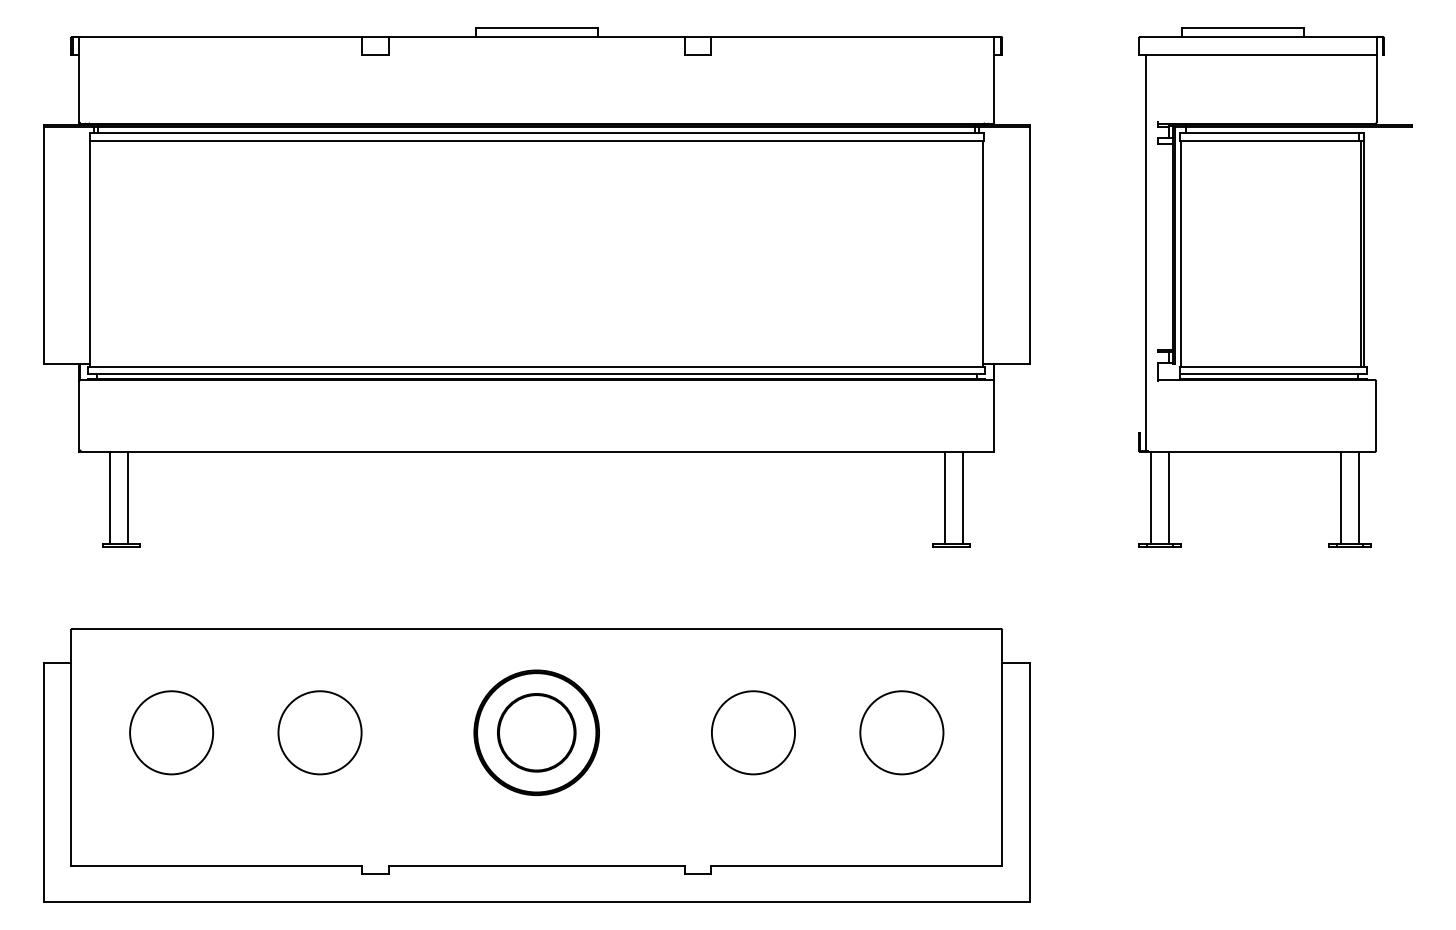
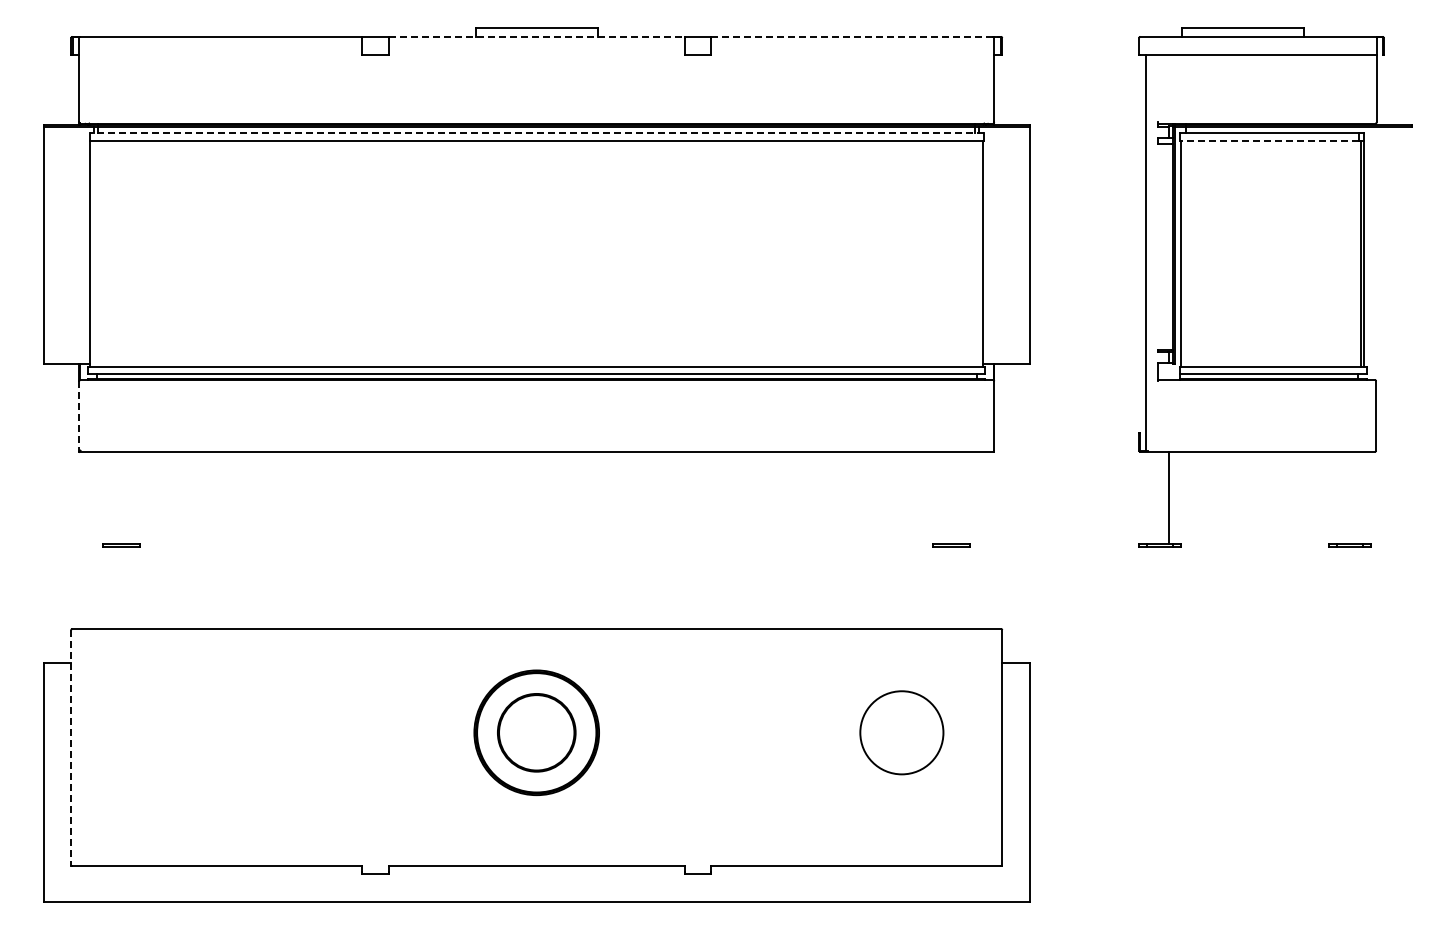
line at (536, 36): solid -> dashed
line at (856, 36): solid -> dashed
line at (536, 132): solid -> dashed
line at (1269, 141): solid -> dashed
line at (79, 417): solid -> dashed
line at (110, 497): present -> none
line at (128, 497): present -> none
line at (945, 497): present -> none
line at (963, 497): present -> none
line at (1151, 497): present -> none
line at (1341, 497): present -> none
line at (1358, 497): present -> none
circle at (171, 732): present -> none
circle at (319, 732): present -> none
circle at (753, 732): present -> none
line at (71, 748): solid -> dashed
